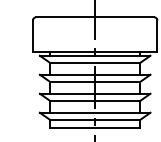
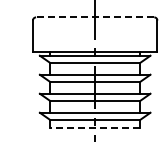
line at (94, 17): solid -> dashed
line at (95, 127): solid -> dashed
